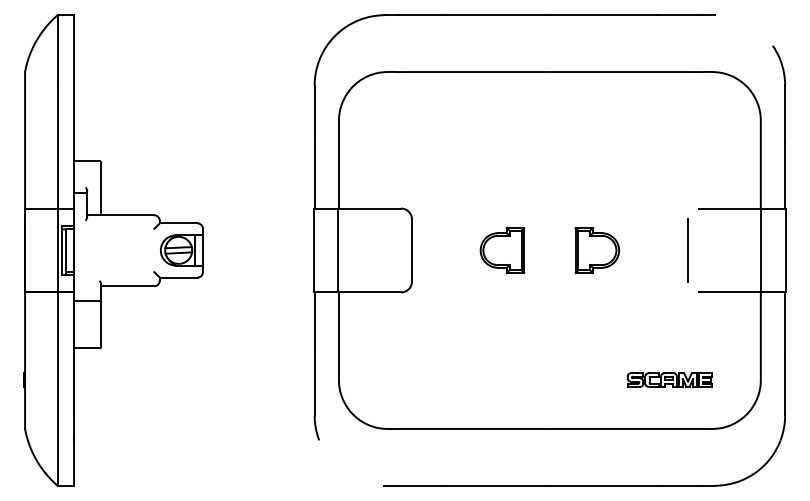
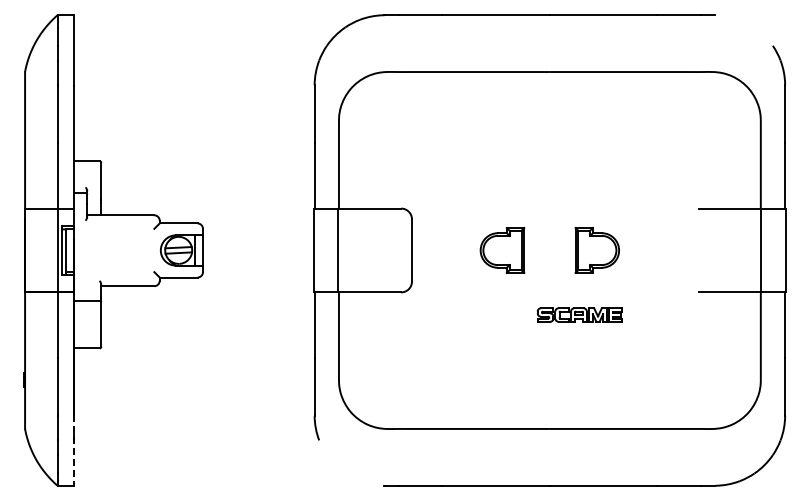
line at (687, 250): present -> none
part at (669, 379) position: (669, 379) -> (579, 314)
line at (73, 451): solid -> dashed
